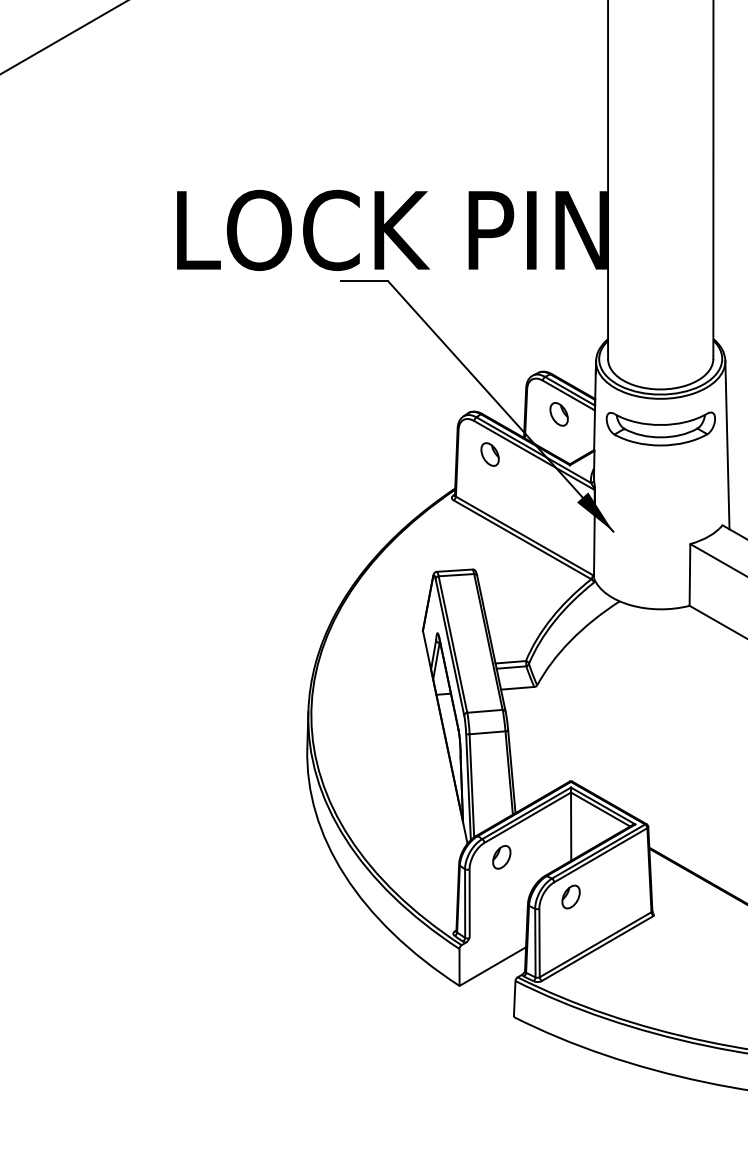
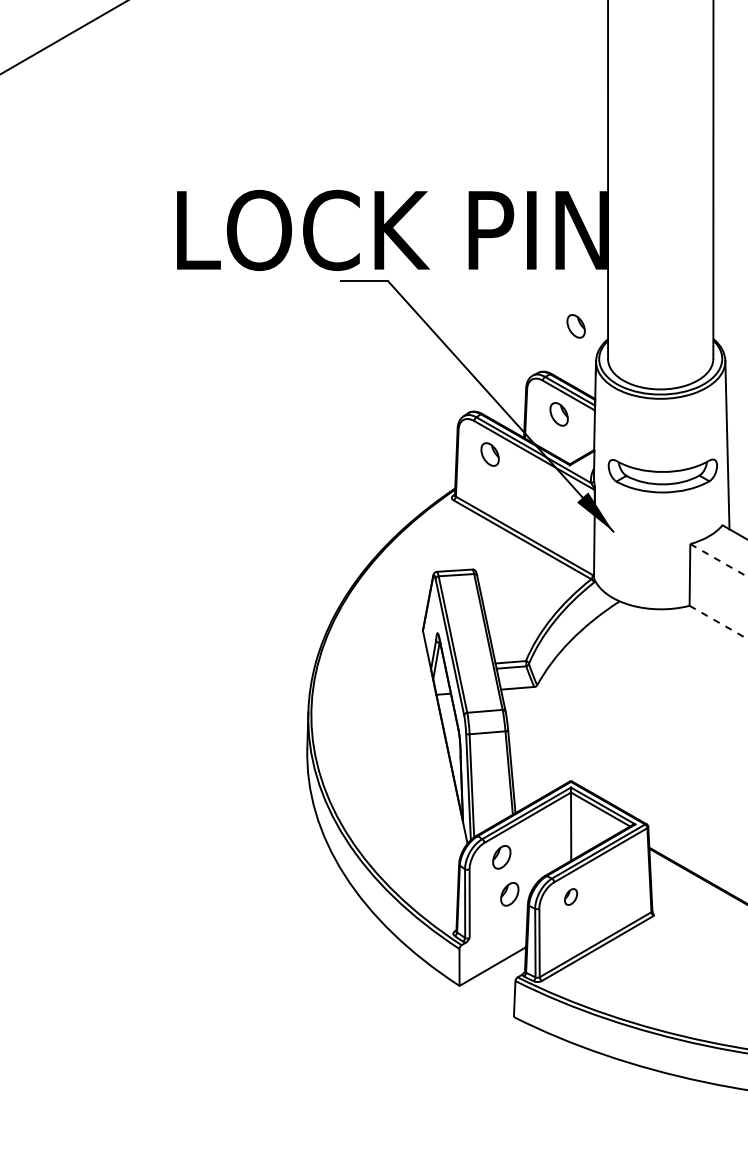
part at (575, 326): none -> present
part at (660, 428) position: (660, 428) -> (662, 475)
line at (718, 560): solid -> dashed
line at (718, 622): solid -> dashed
part at (509, 894): none -> present
part at (570, 896) size: 20x26 px -> 15x18 px
